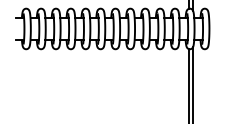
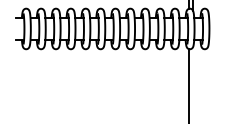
line at (193, 83): present -> none
